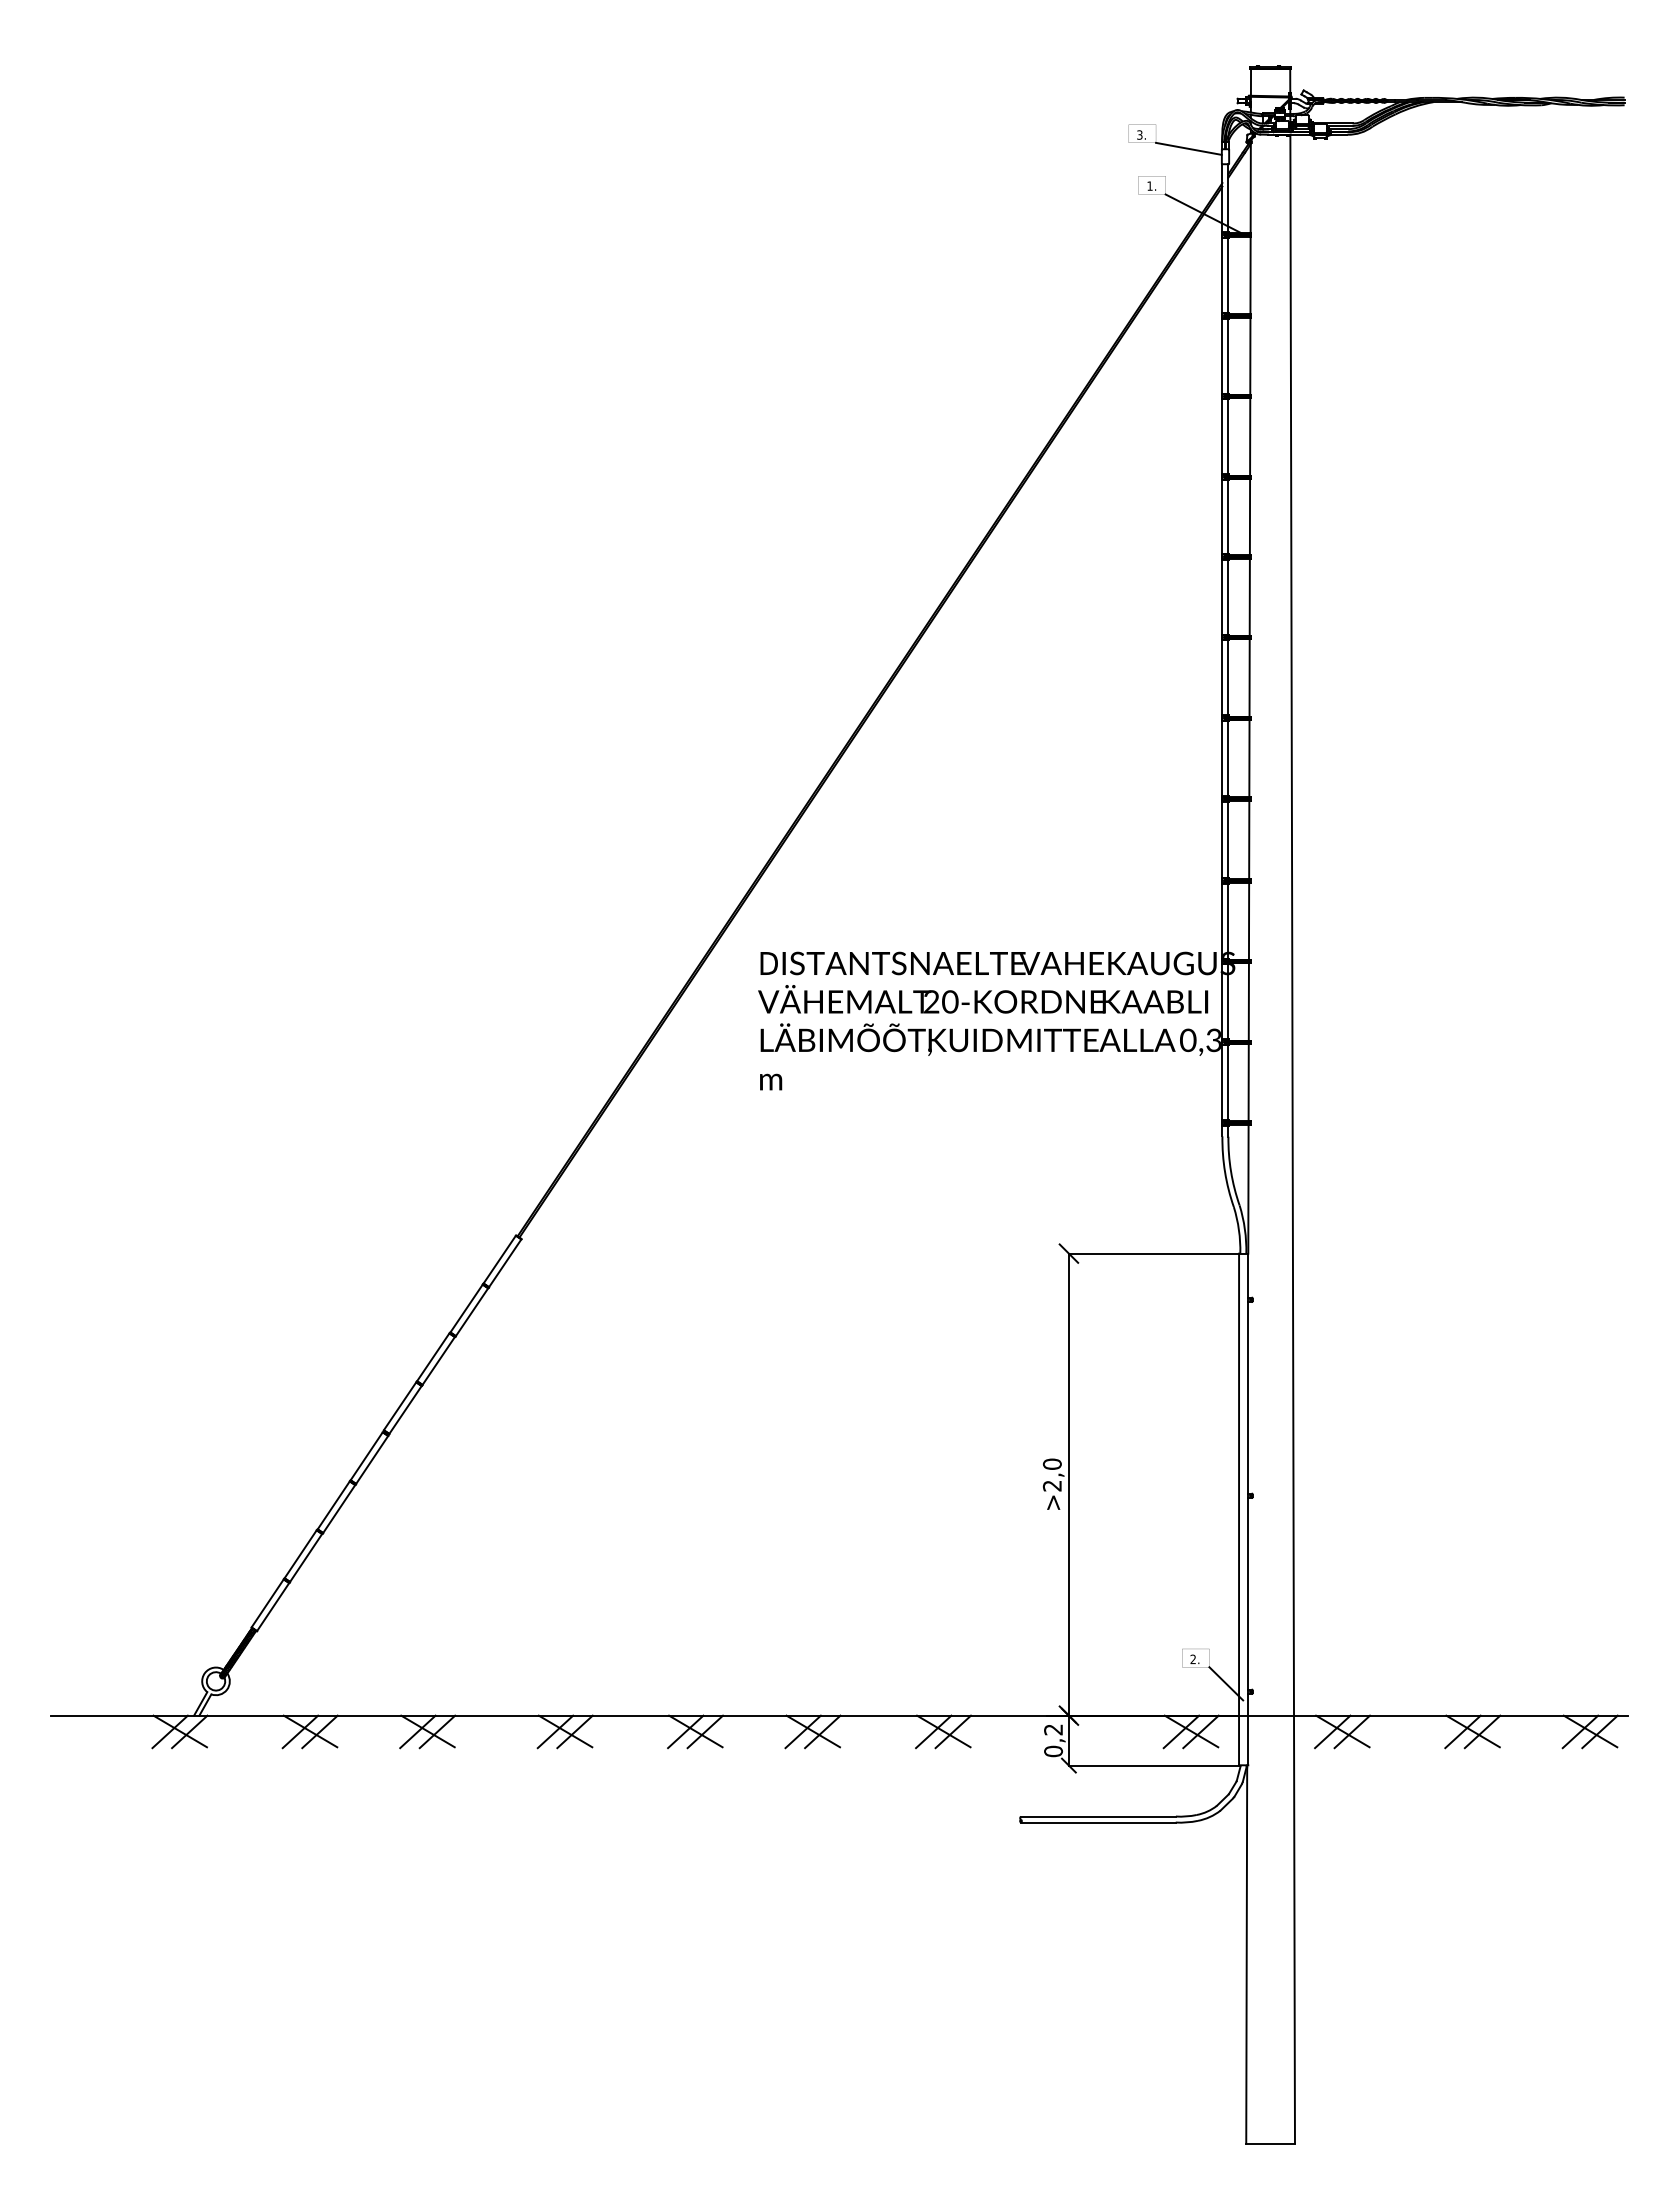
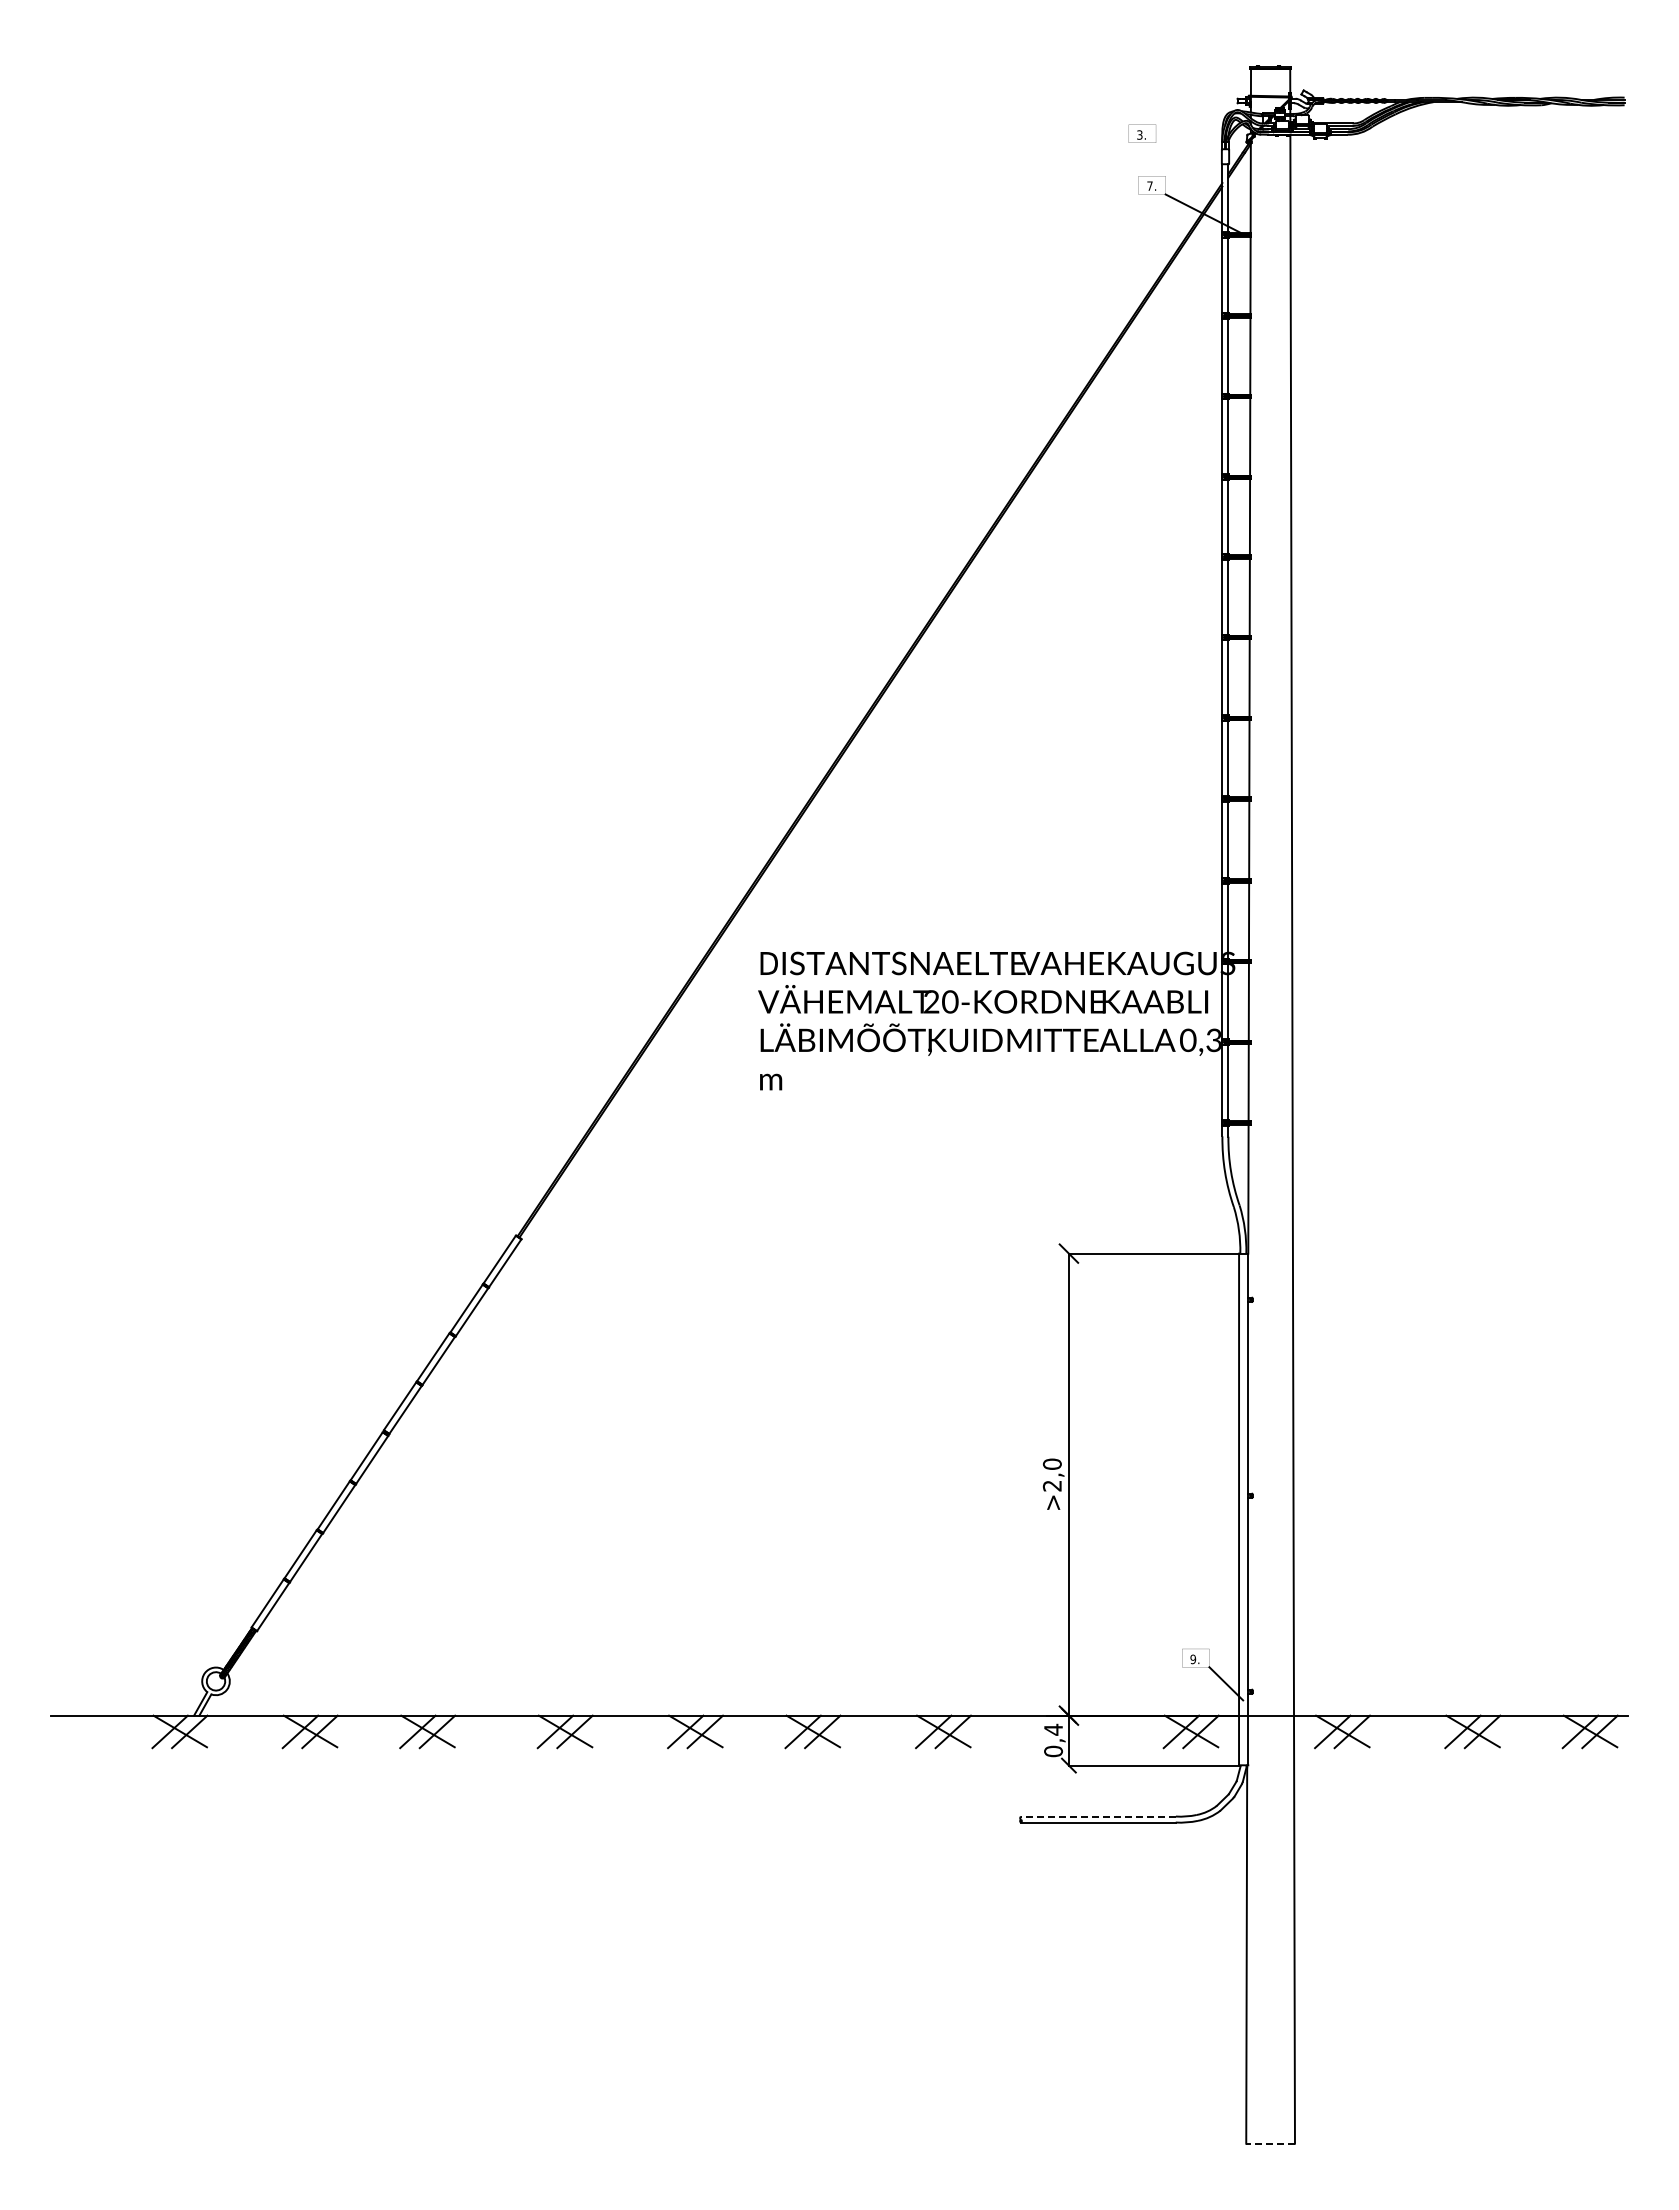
line at (1188, 148): present -> none
text at (1149, 185): 1. -> 7.
text at (1193, 1659): 2. -> 9.
text at (1053, 1729): 0,2 -> 0,4
line at (1097, 1816): solid -> dashed
line at (1270, 2143): solid -> dashed
